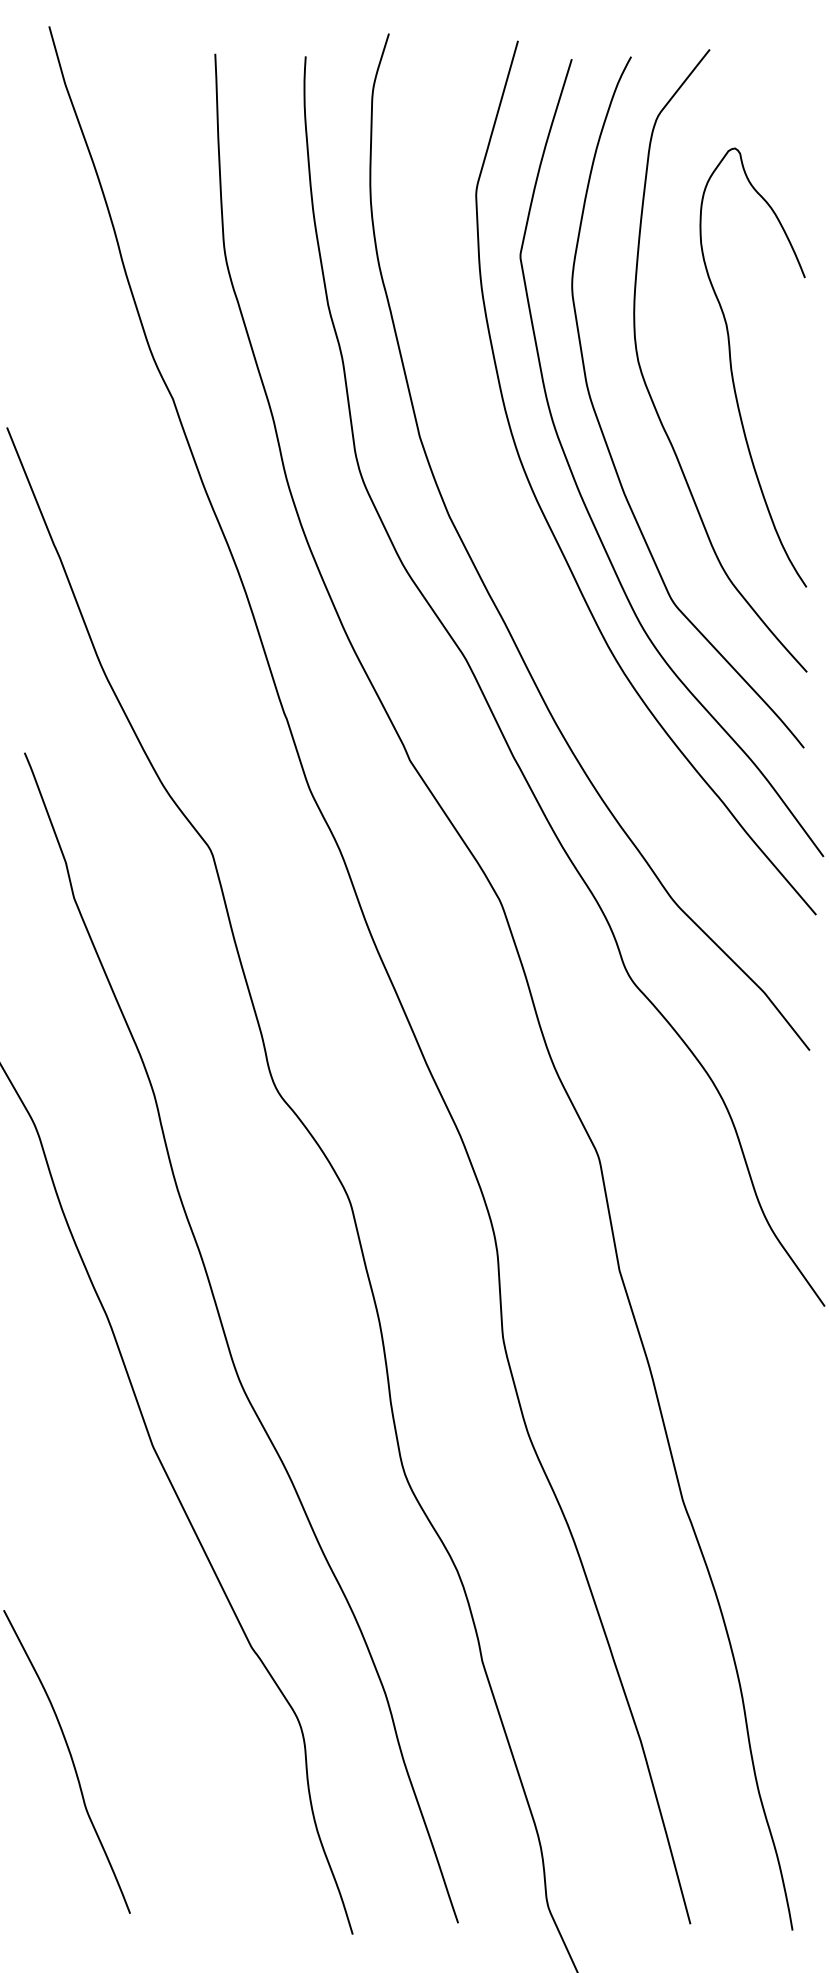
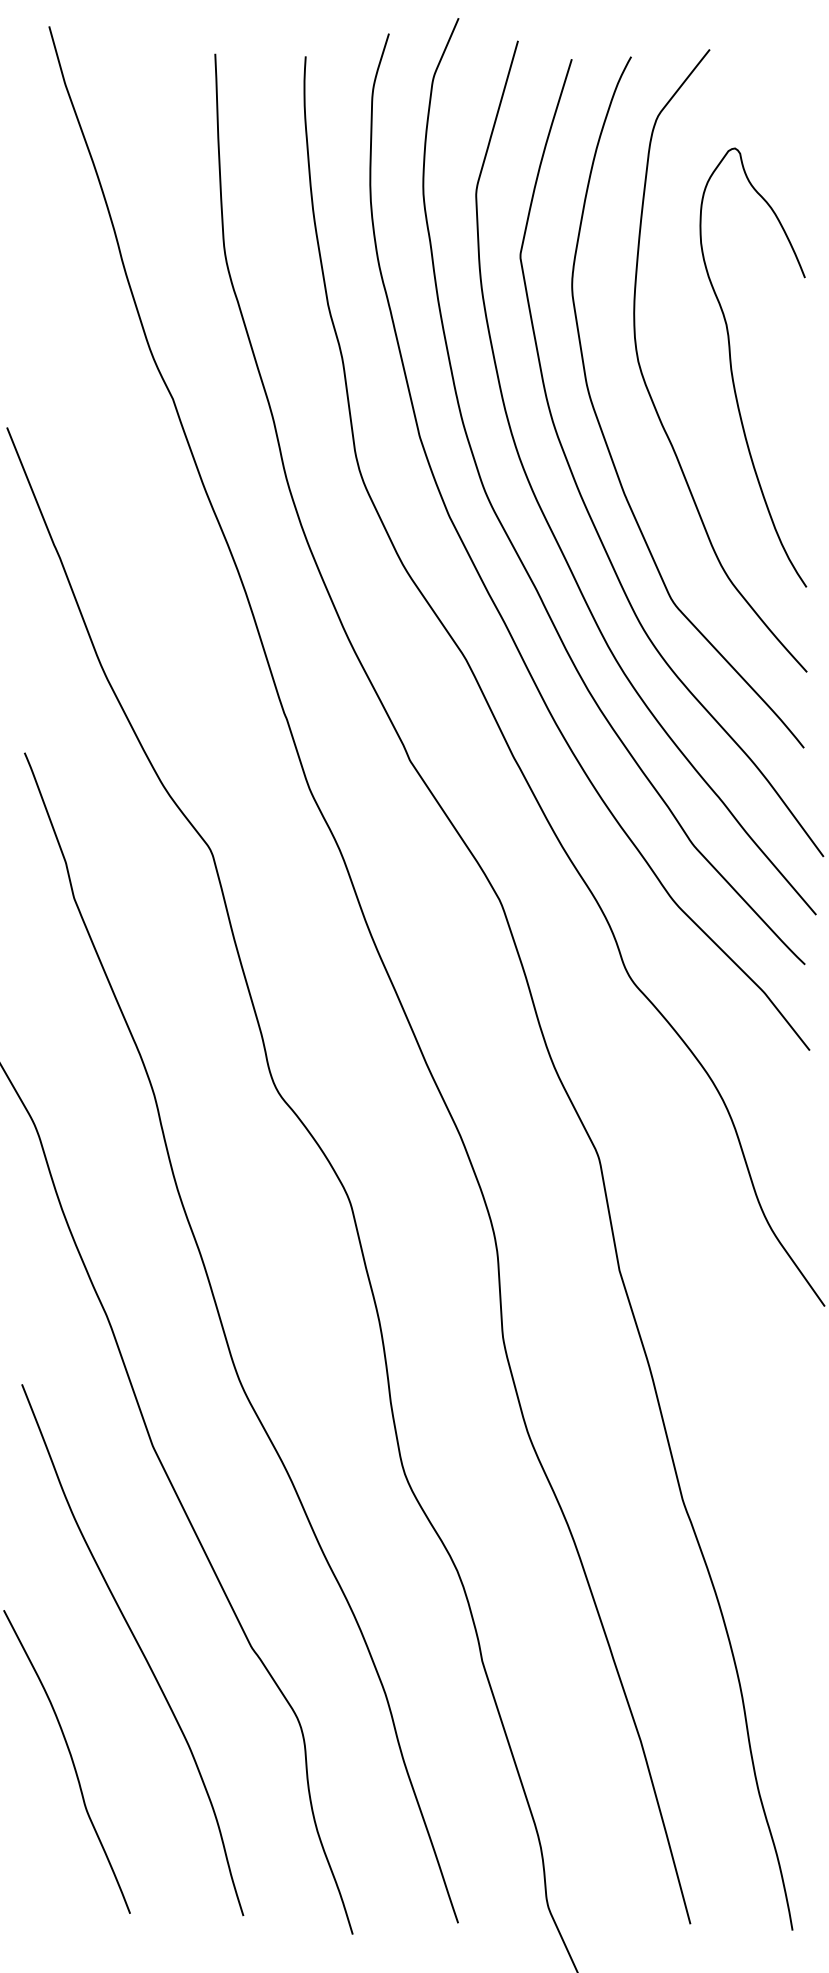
curve at (512, 542): none -> present
curve at (138, 1647): none -> present
